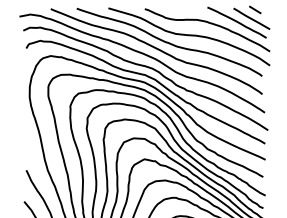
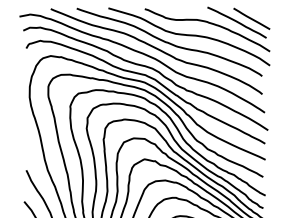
line at (255, 9): present -> none
